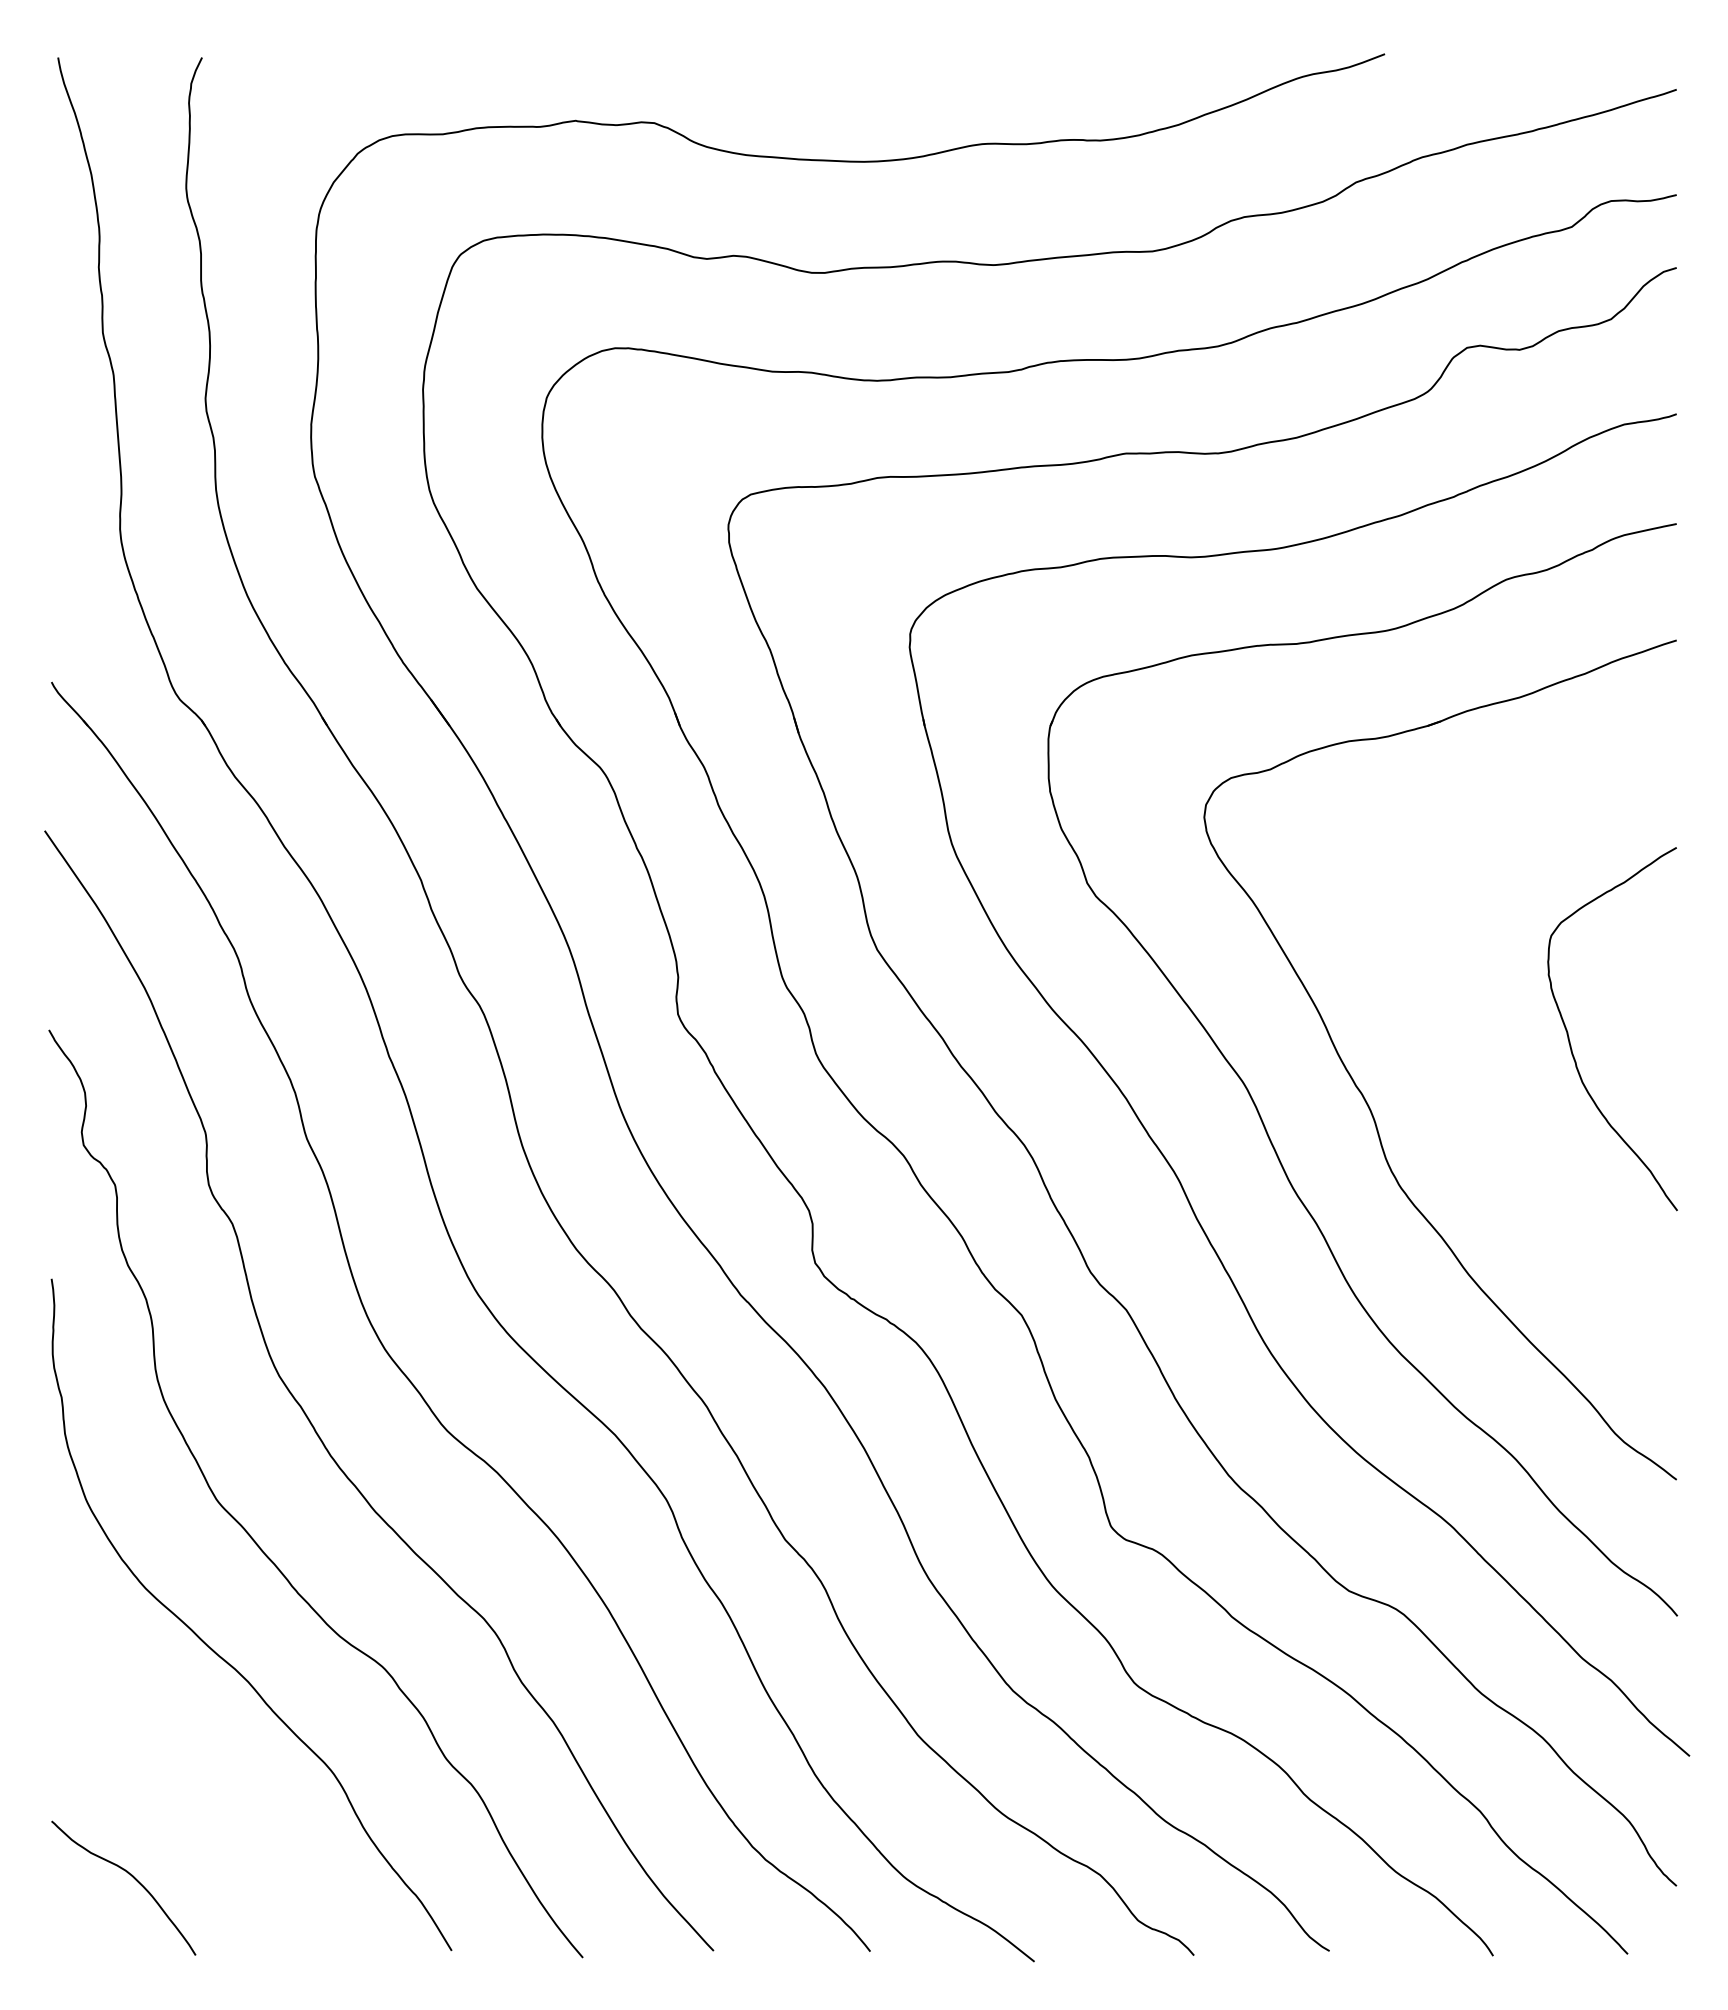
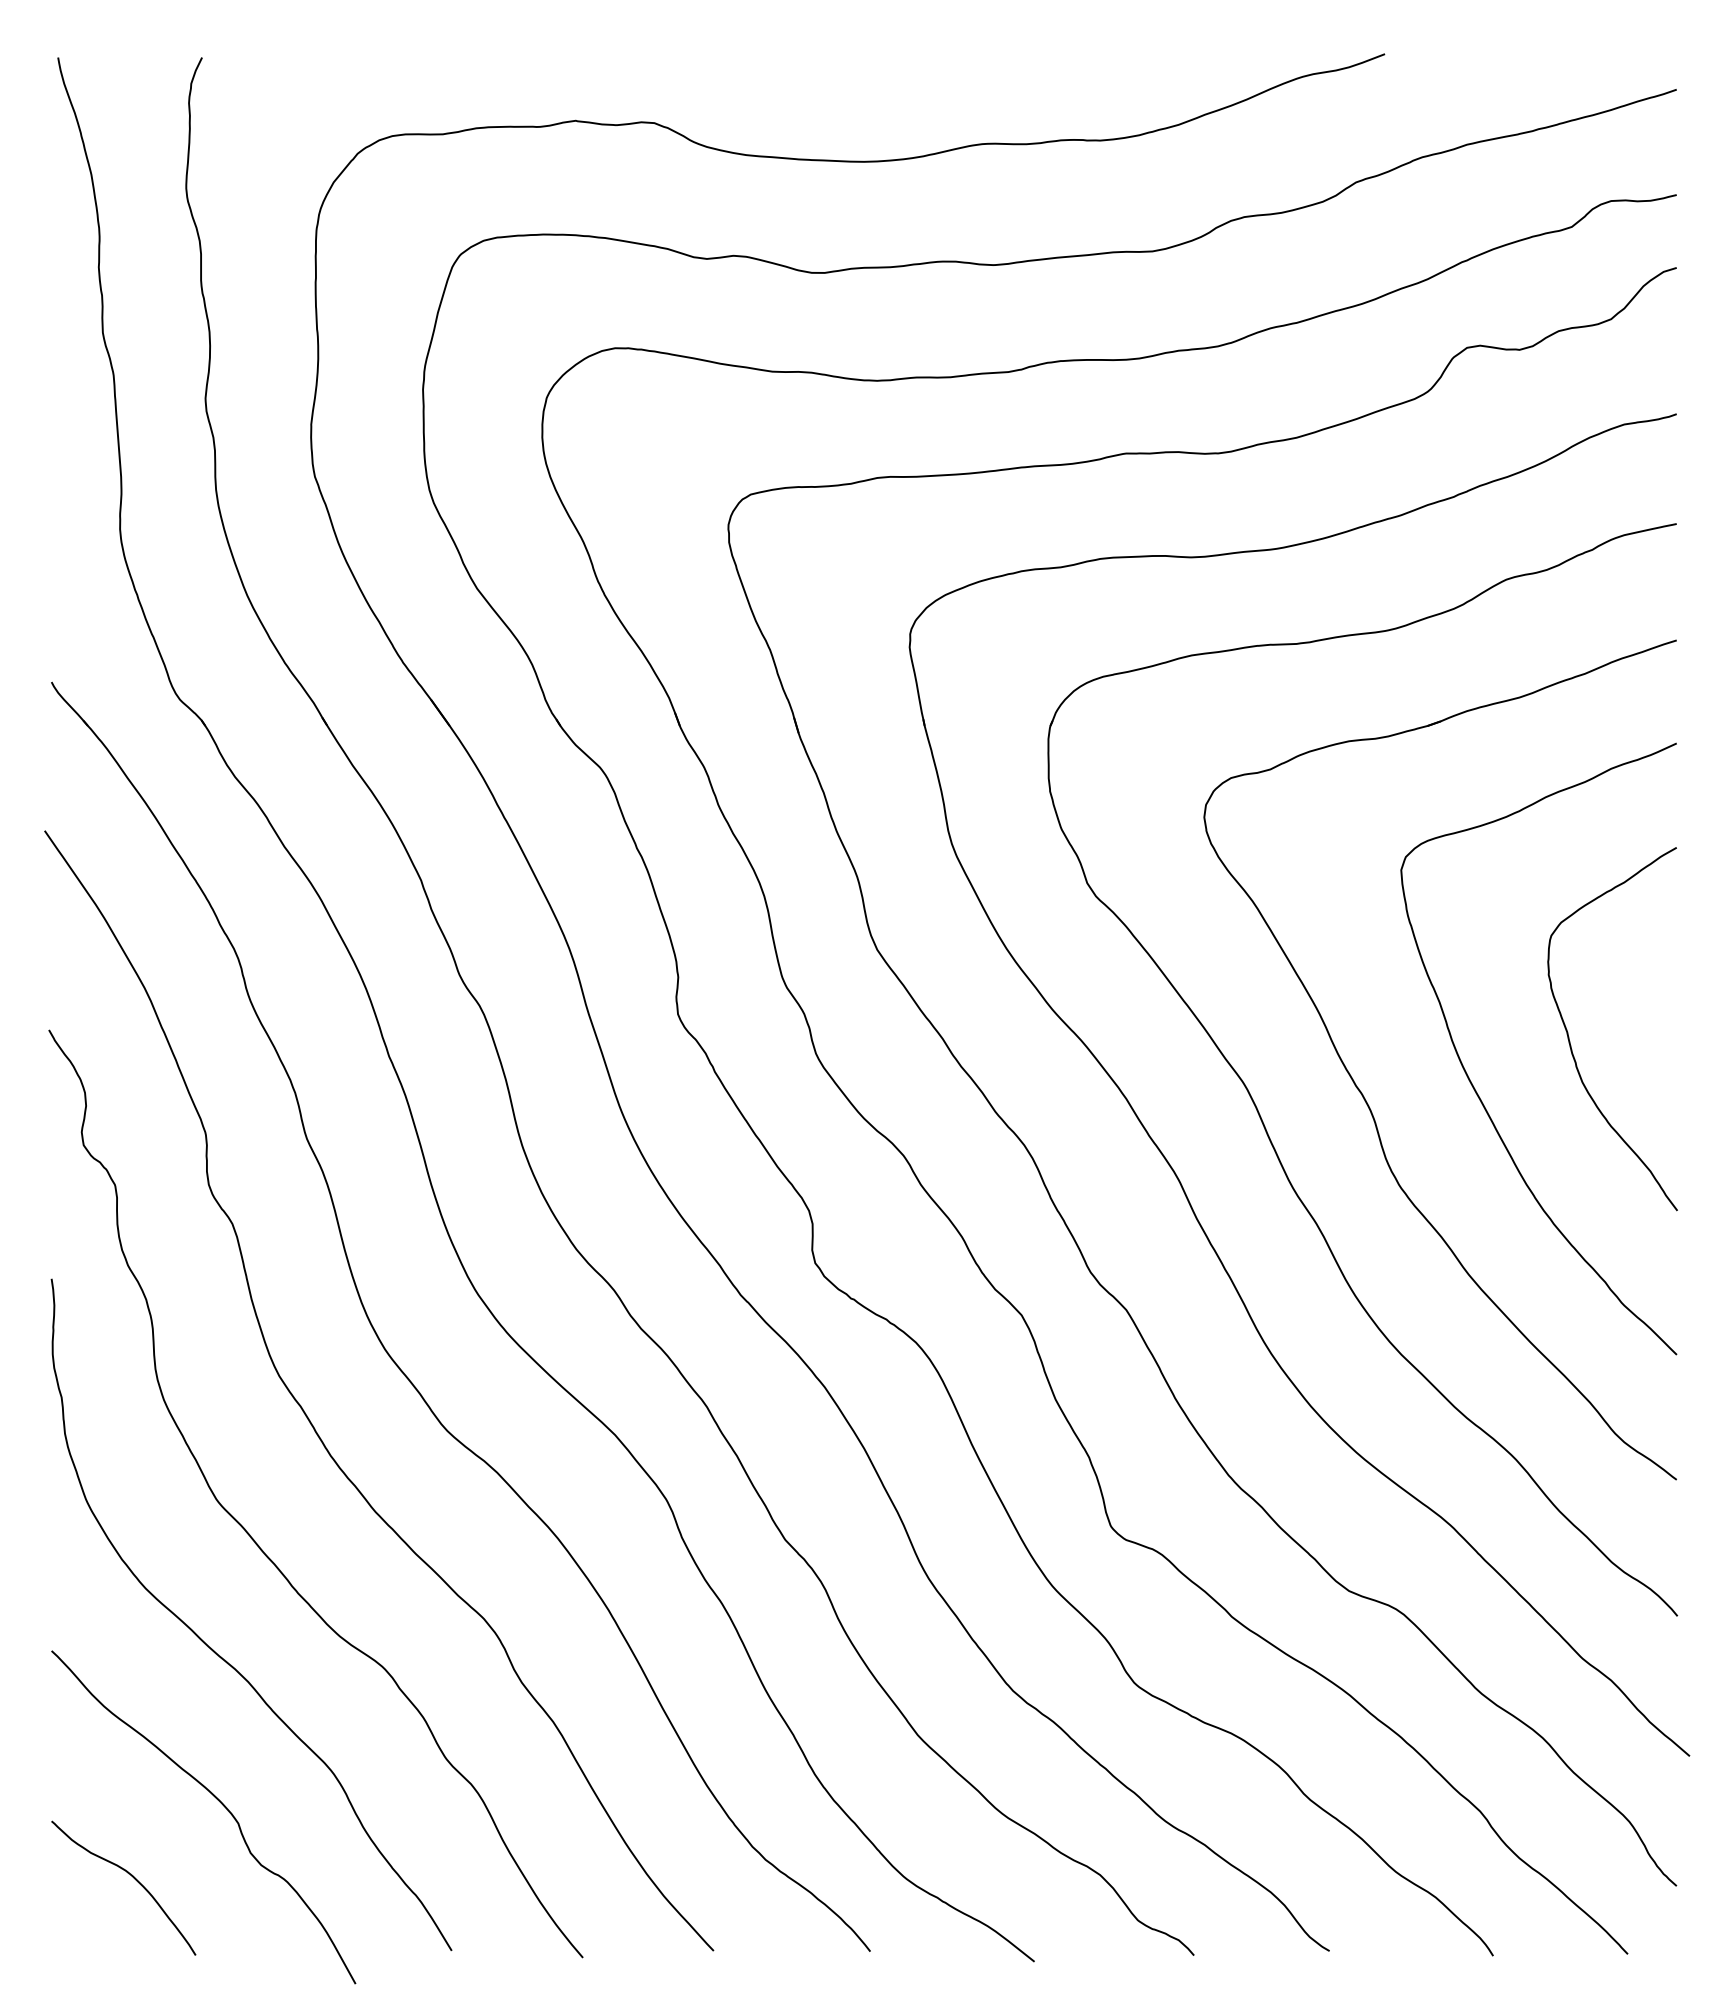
curve at (1475, 1088): none -> present
curve at (218, 1801): none -> present
